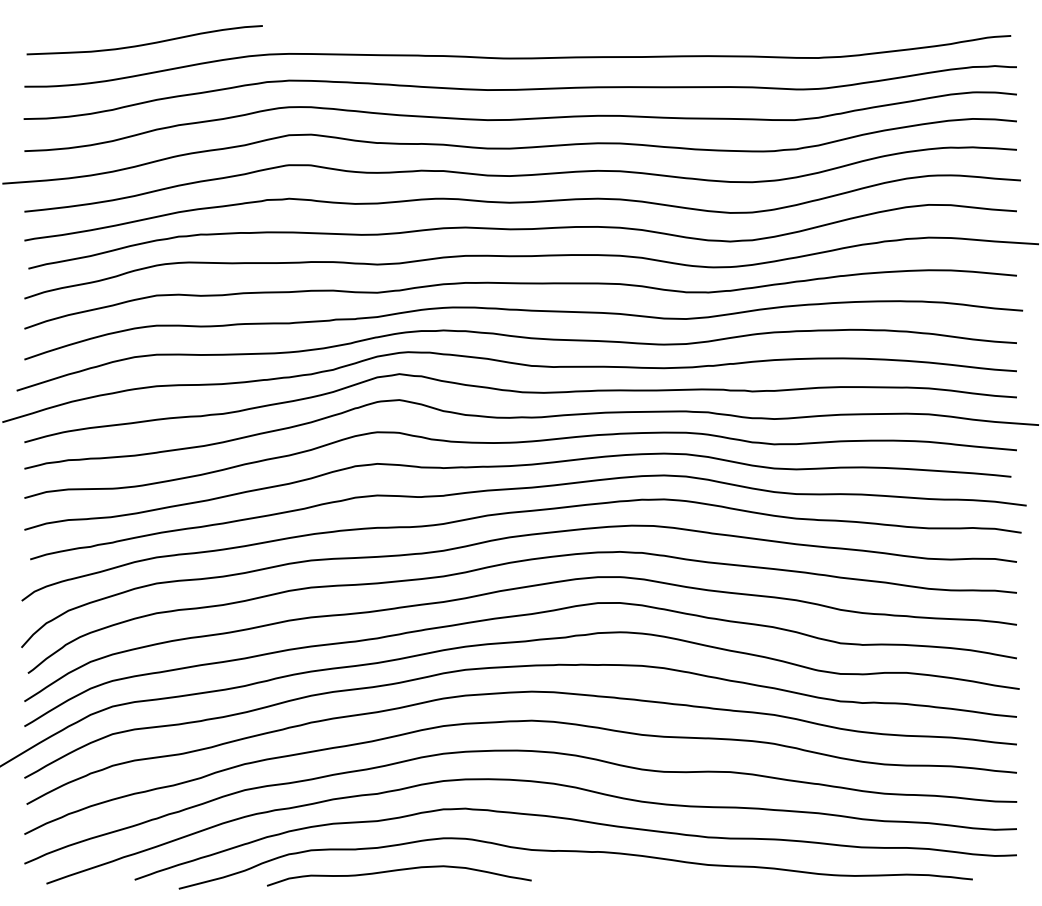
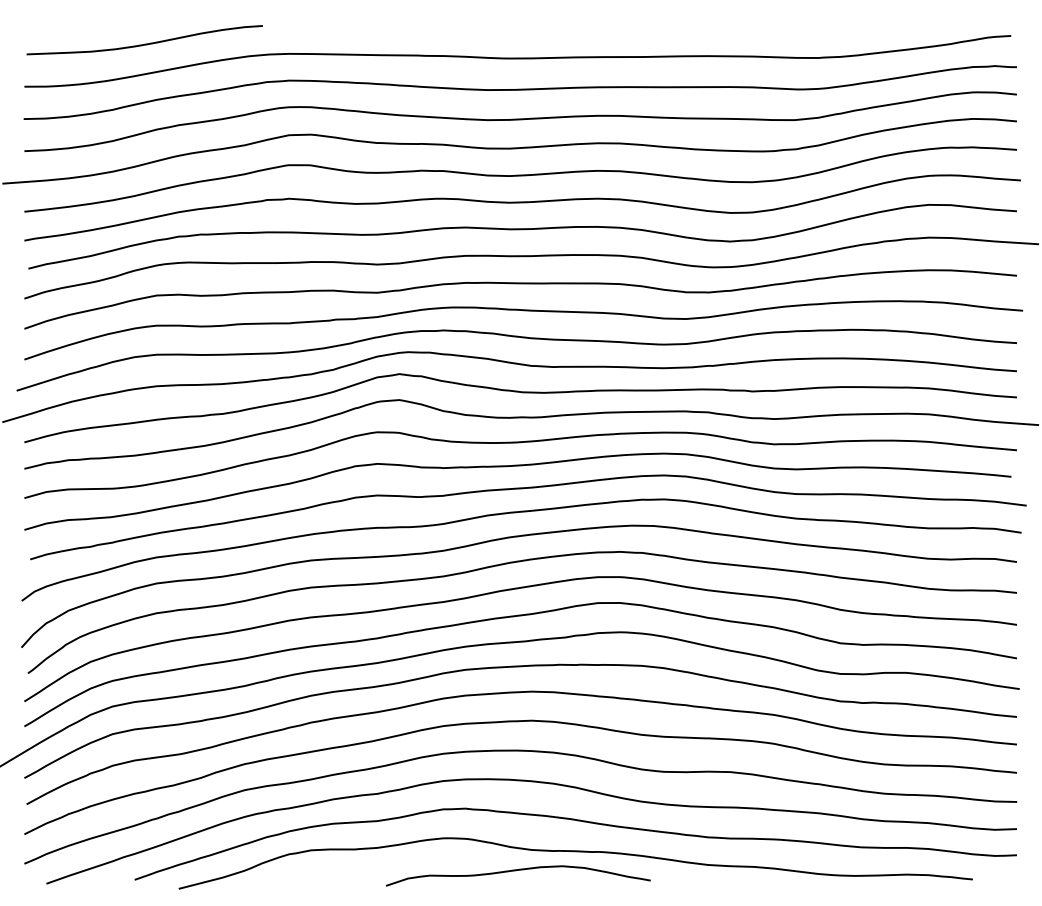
curve at (397, 871) position: (397, 871) -> (516, 871)
